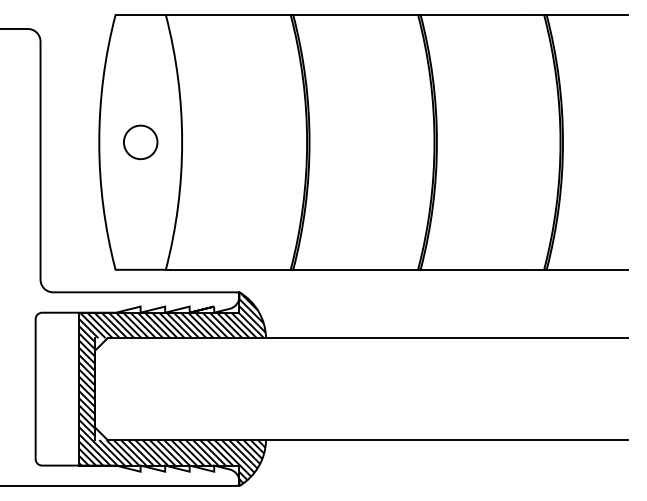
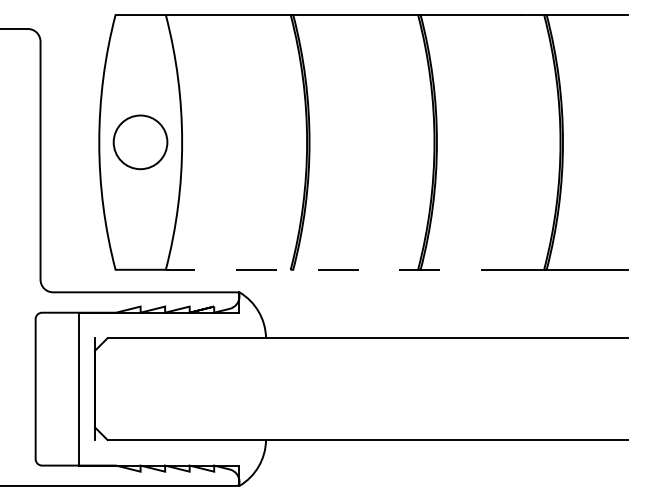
circle at (140, 142) size: 36x37 px -> 57x57 px
line at (343, 269): solid -> dashed
hatch at (172, 387): present -> none
